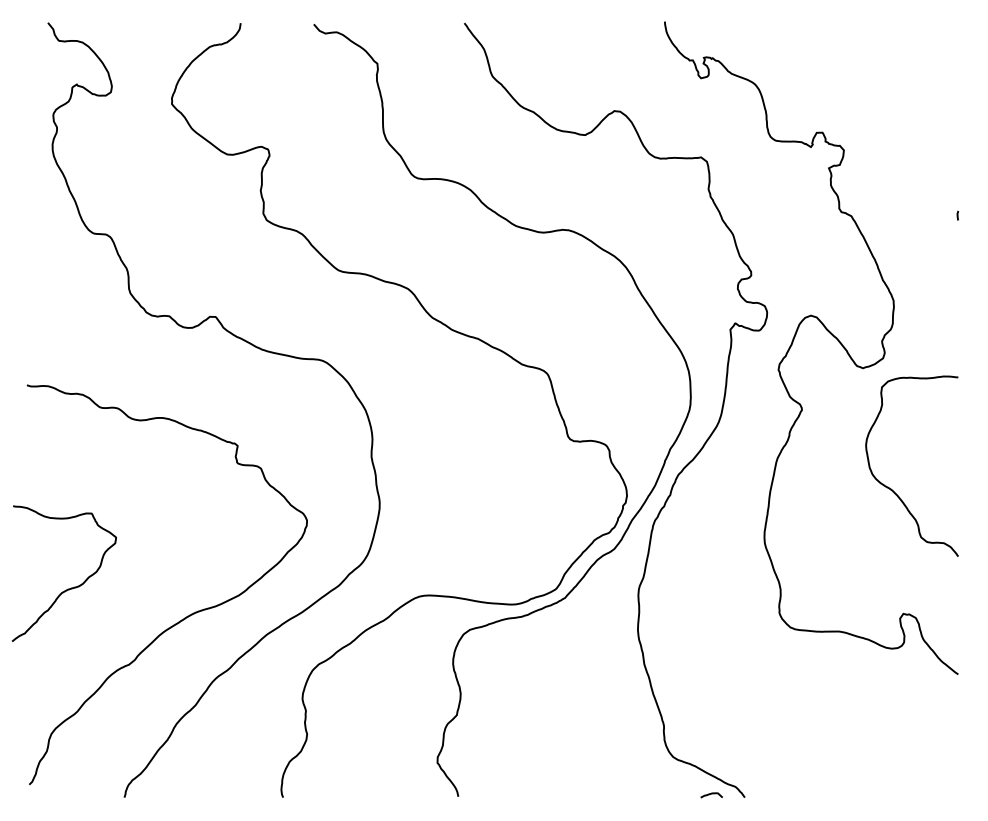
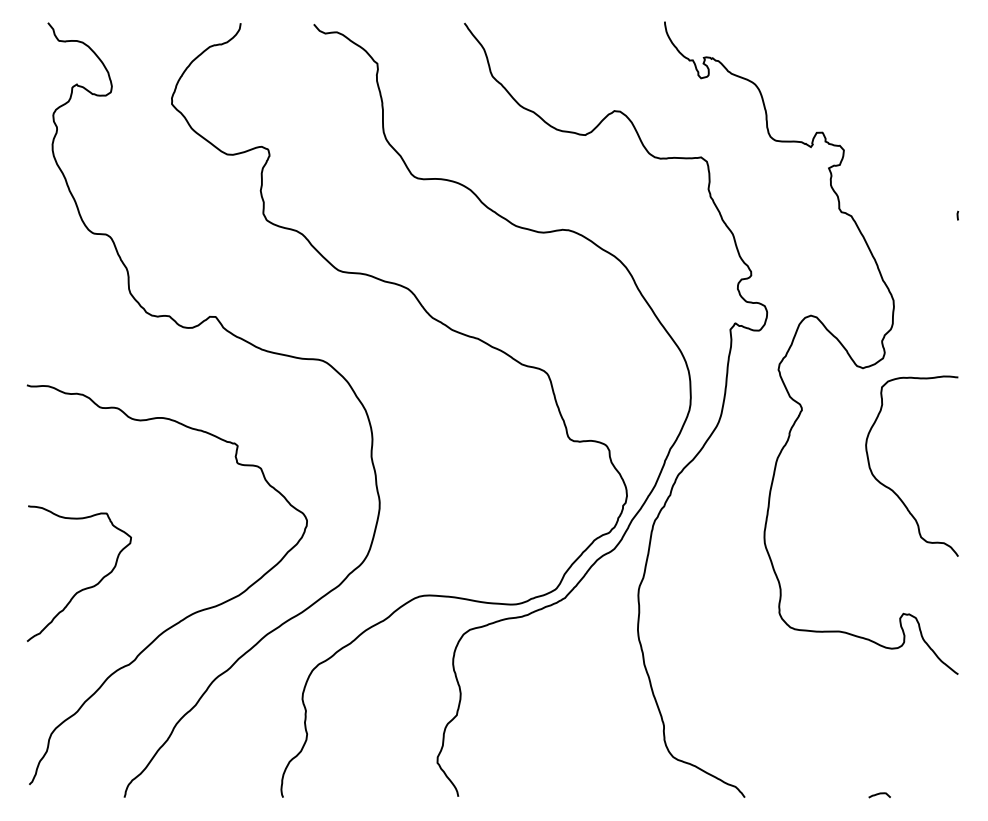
curve at (68, 588) position: (68, 588) -> (83, 588)
curve at (711, 794) position: (711, 794) -> (879, 794)
